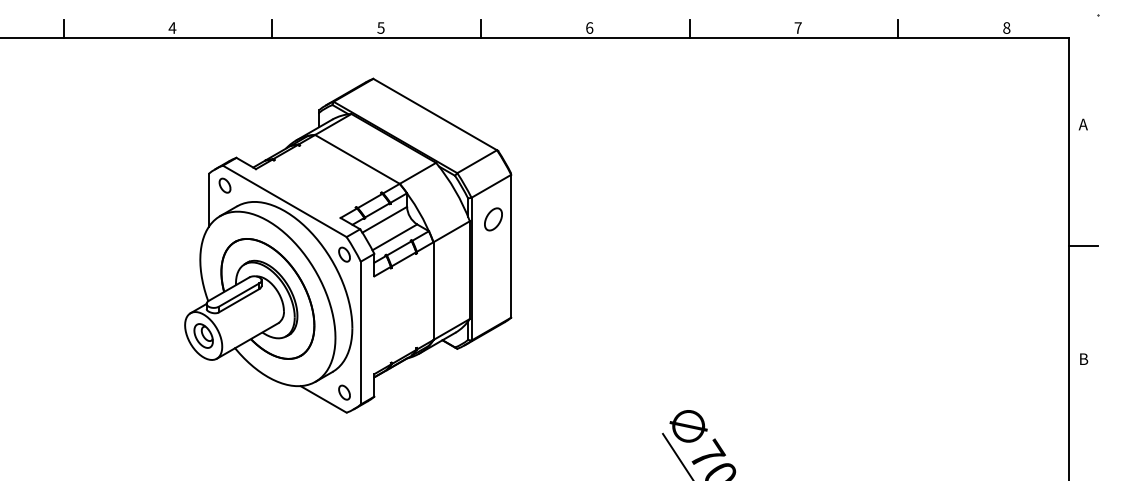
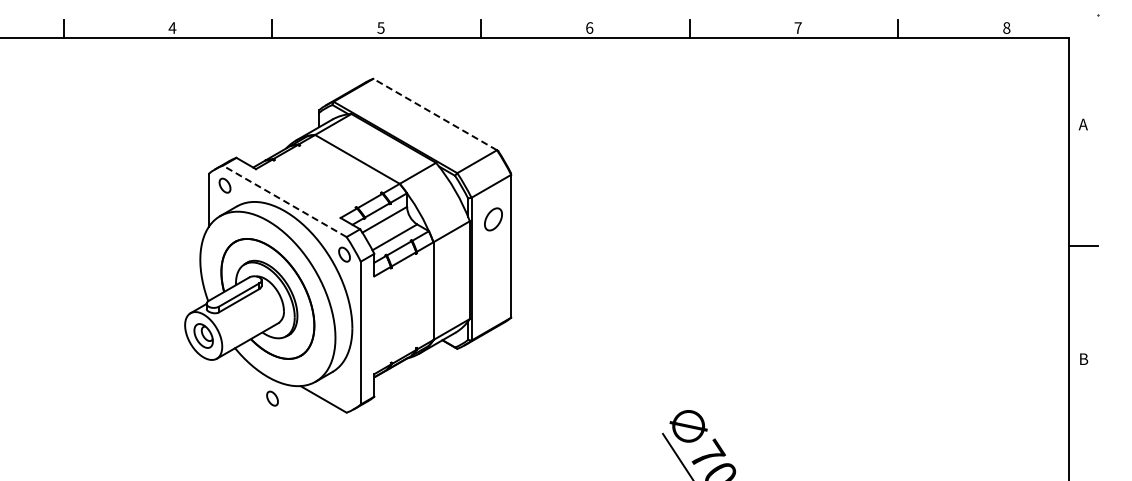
line at (434, 114): solid -> dashed
line at (284, 201): solid -> dashed
part at (344, 392) position: (344, 392) -> (272, 398)
